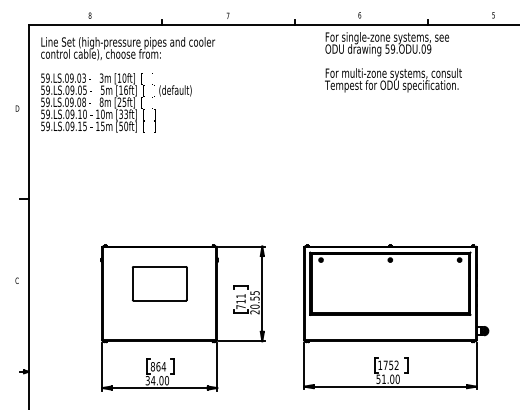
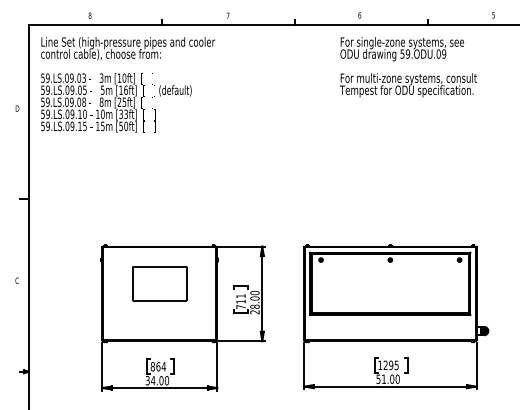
text at (393, 62) position: (393, 62) -> (408, 67)
text at (254, 299): 20.55 -> 28.00
text at (390, 365): 1752 -> 1295
